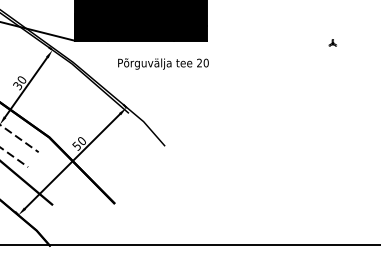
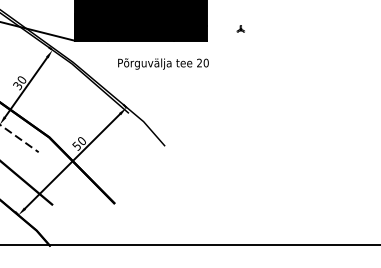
part at (332, 42) position: (332, 42) -> (240, 28)
line at (15, 157): present -> none
